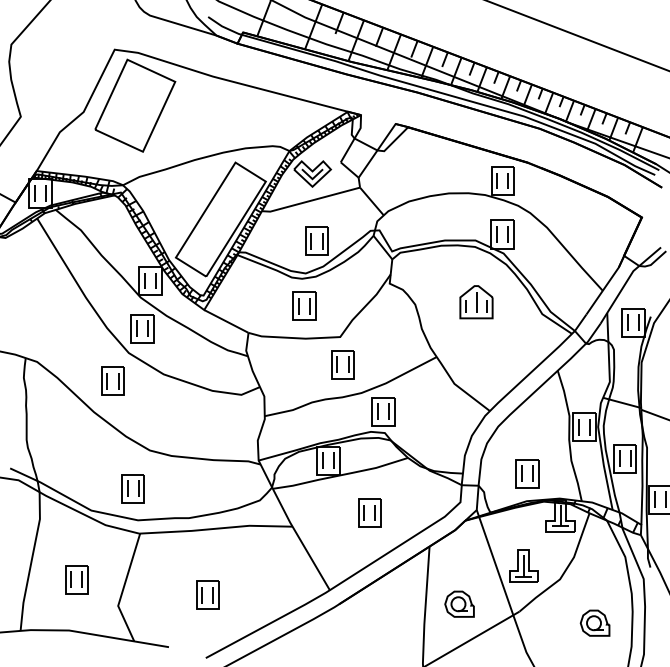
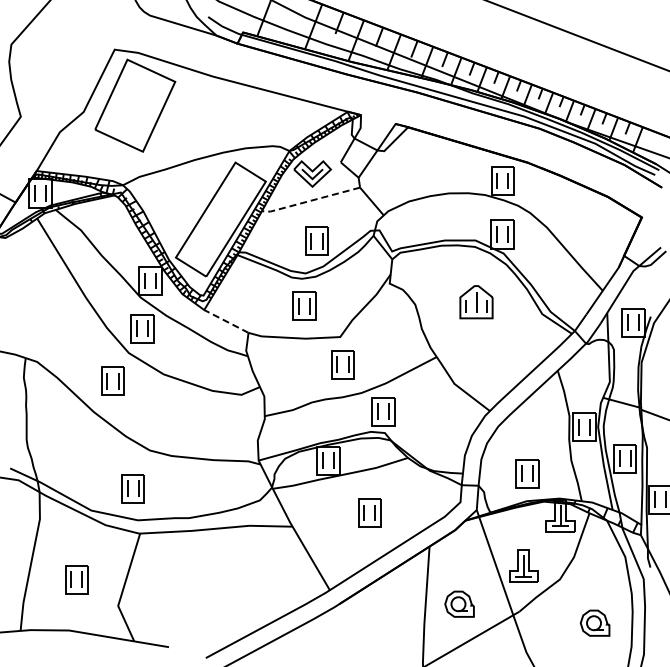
line at (309, 201): solid -> dashed
line at (226, 321): solid -> dashed
part at (207, 594): present -> none
